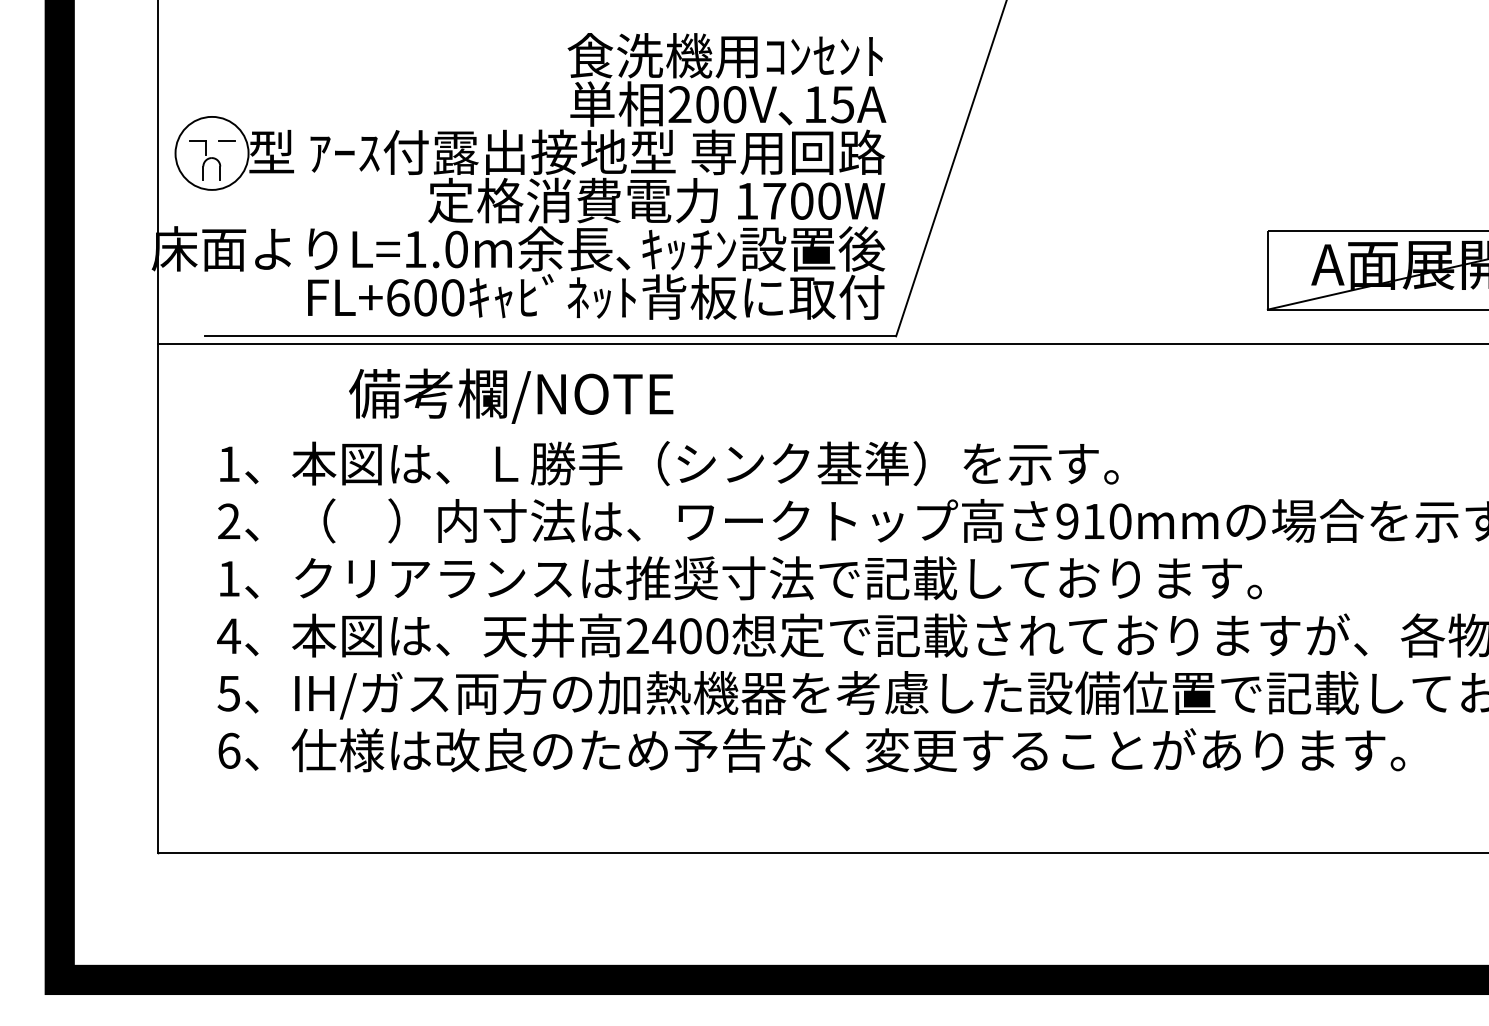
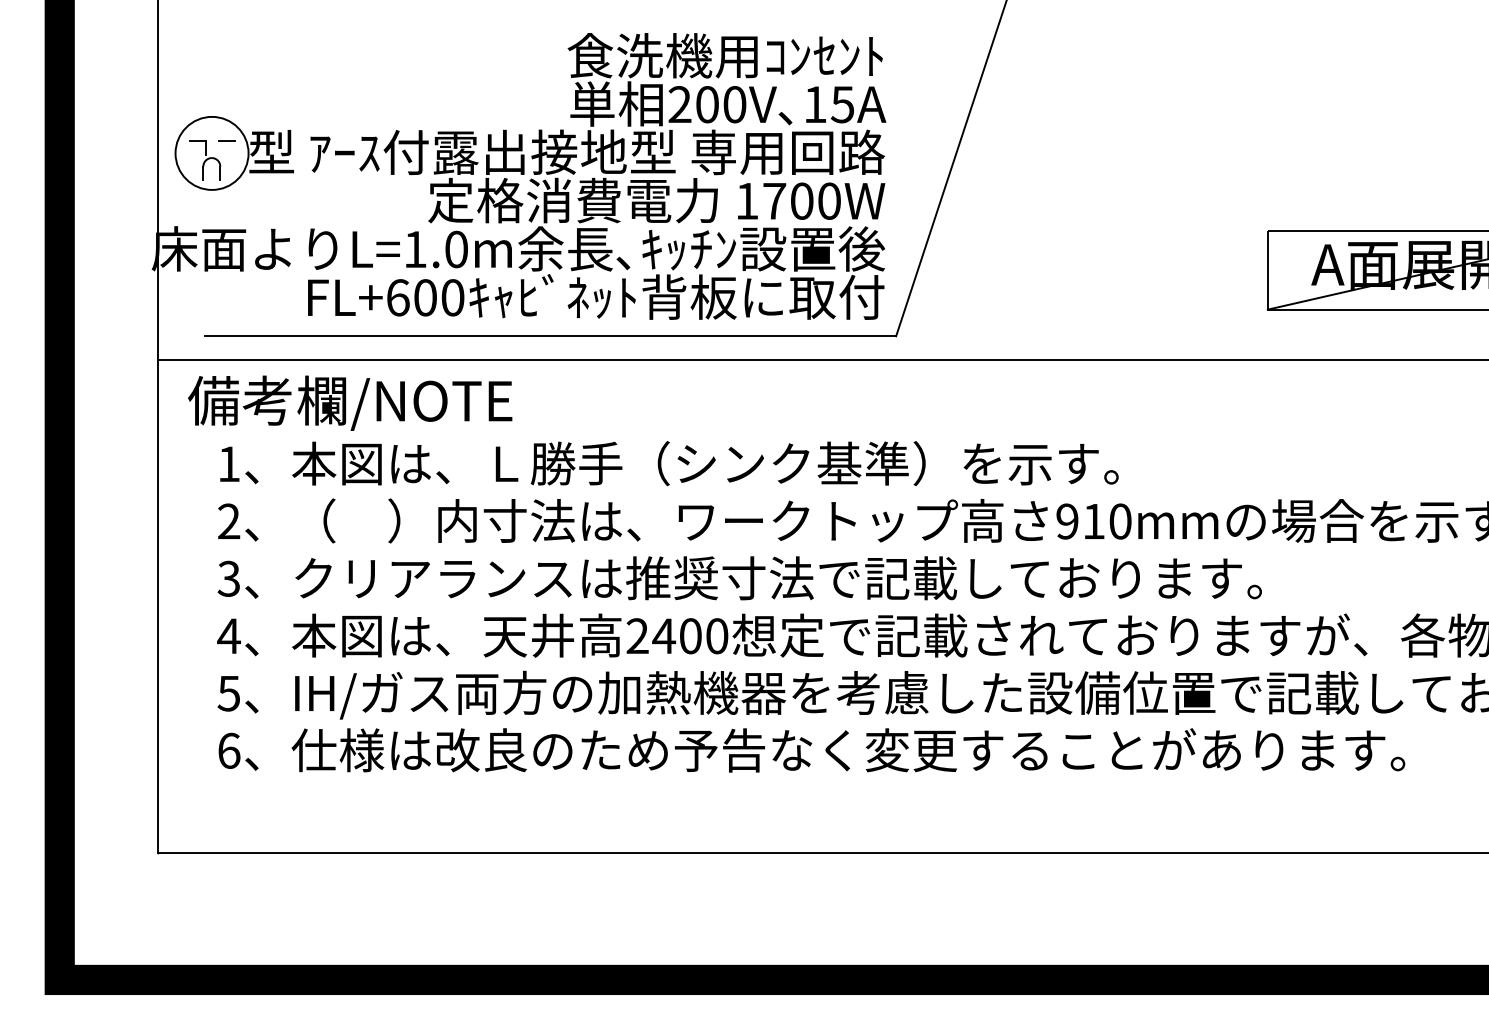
line at (821, 343) position: (821, 343) -> (821, 359)
text at (511, 395) position: (511, 395) -> (350, 402)
text at (228, 578): 1 -> 3
